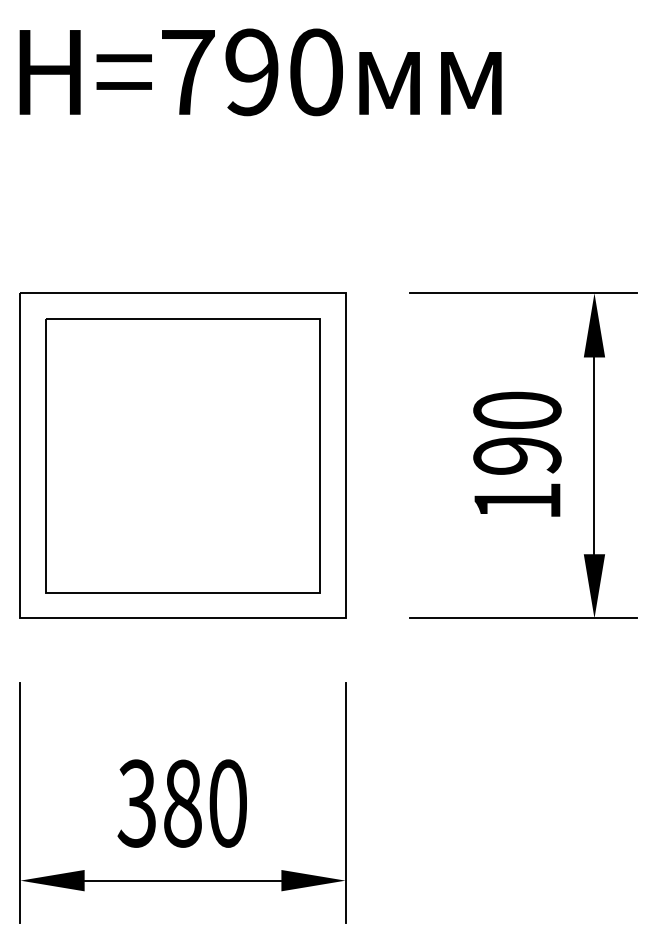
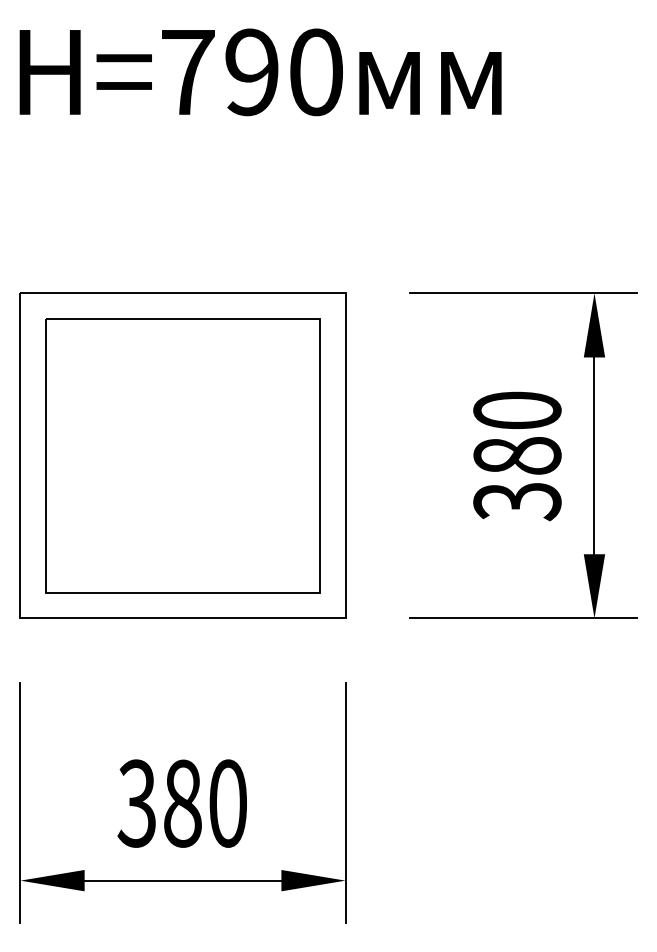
text at (517, 479): 190 -> 380
